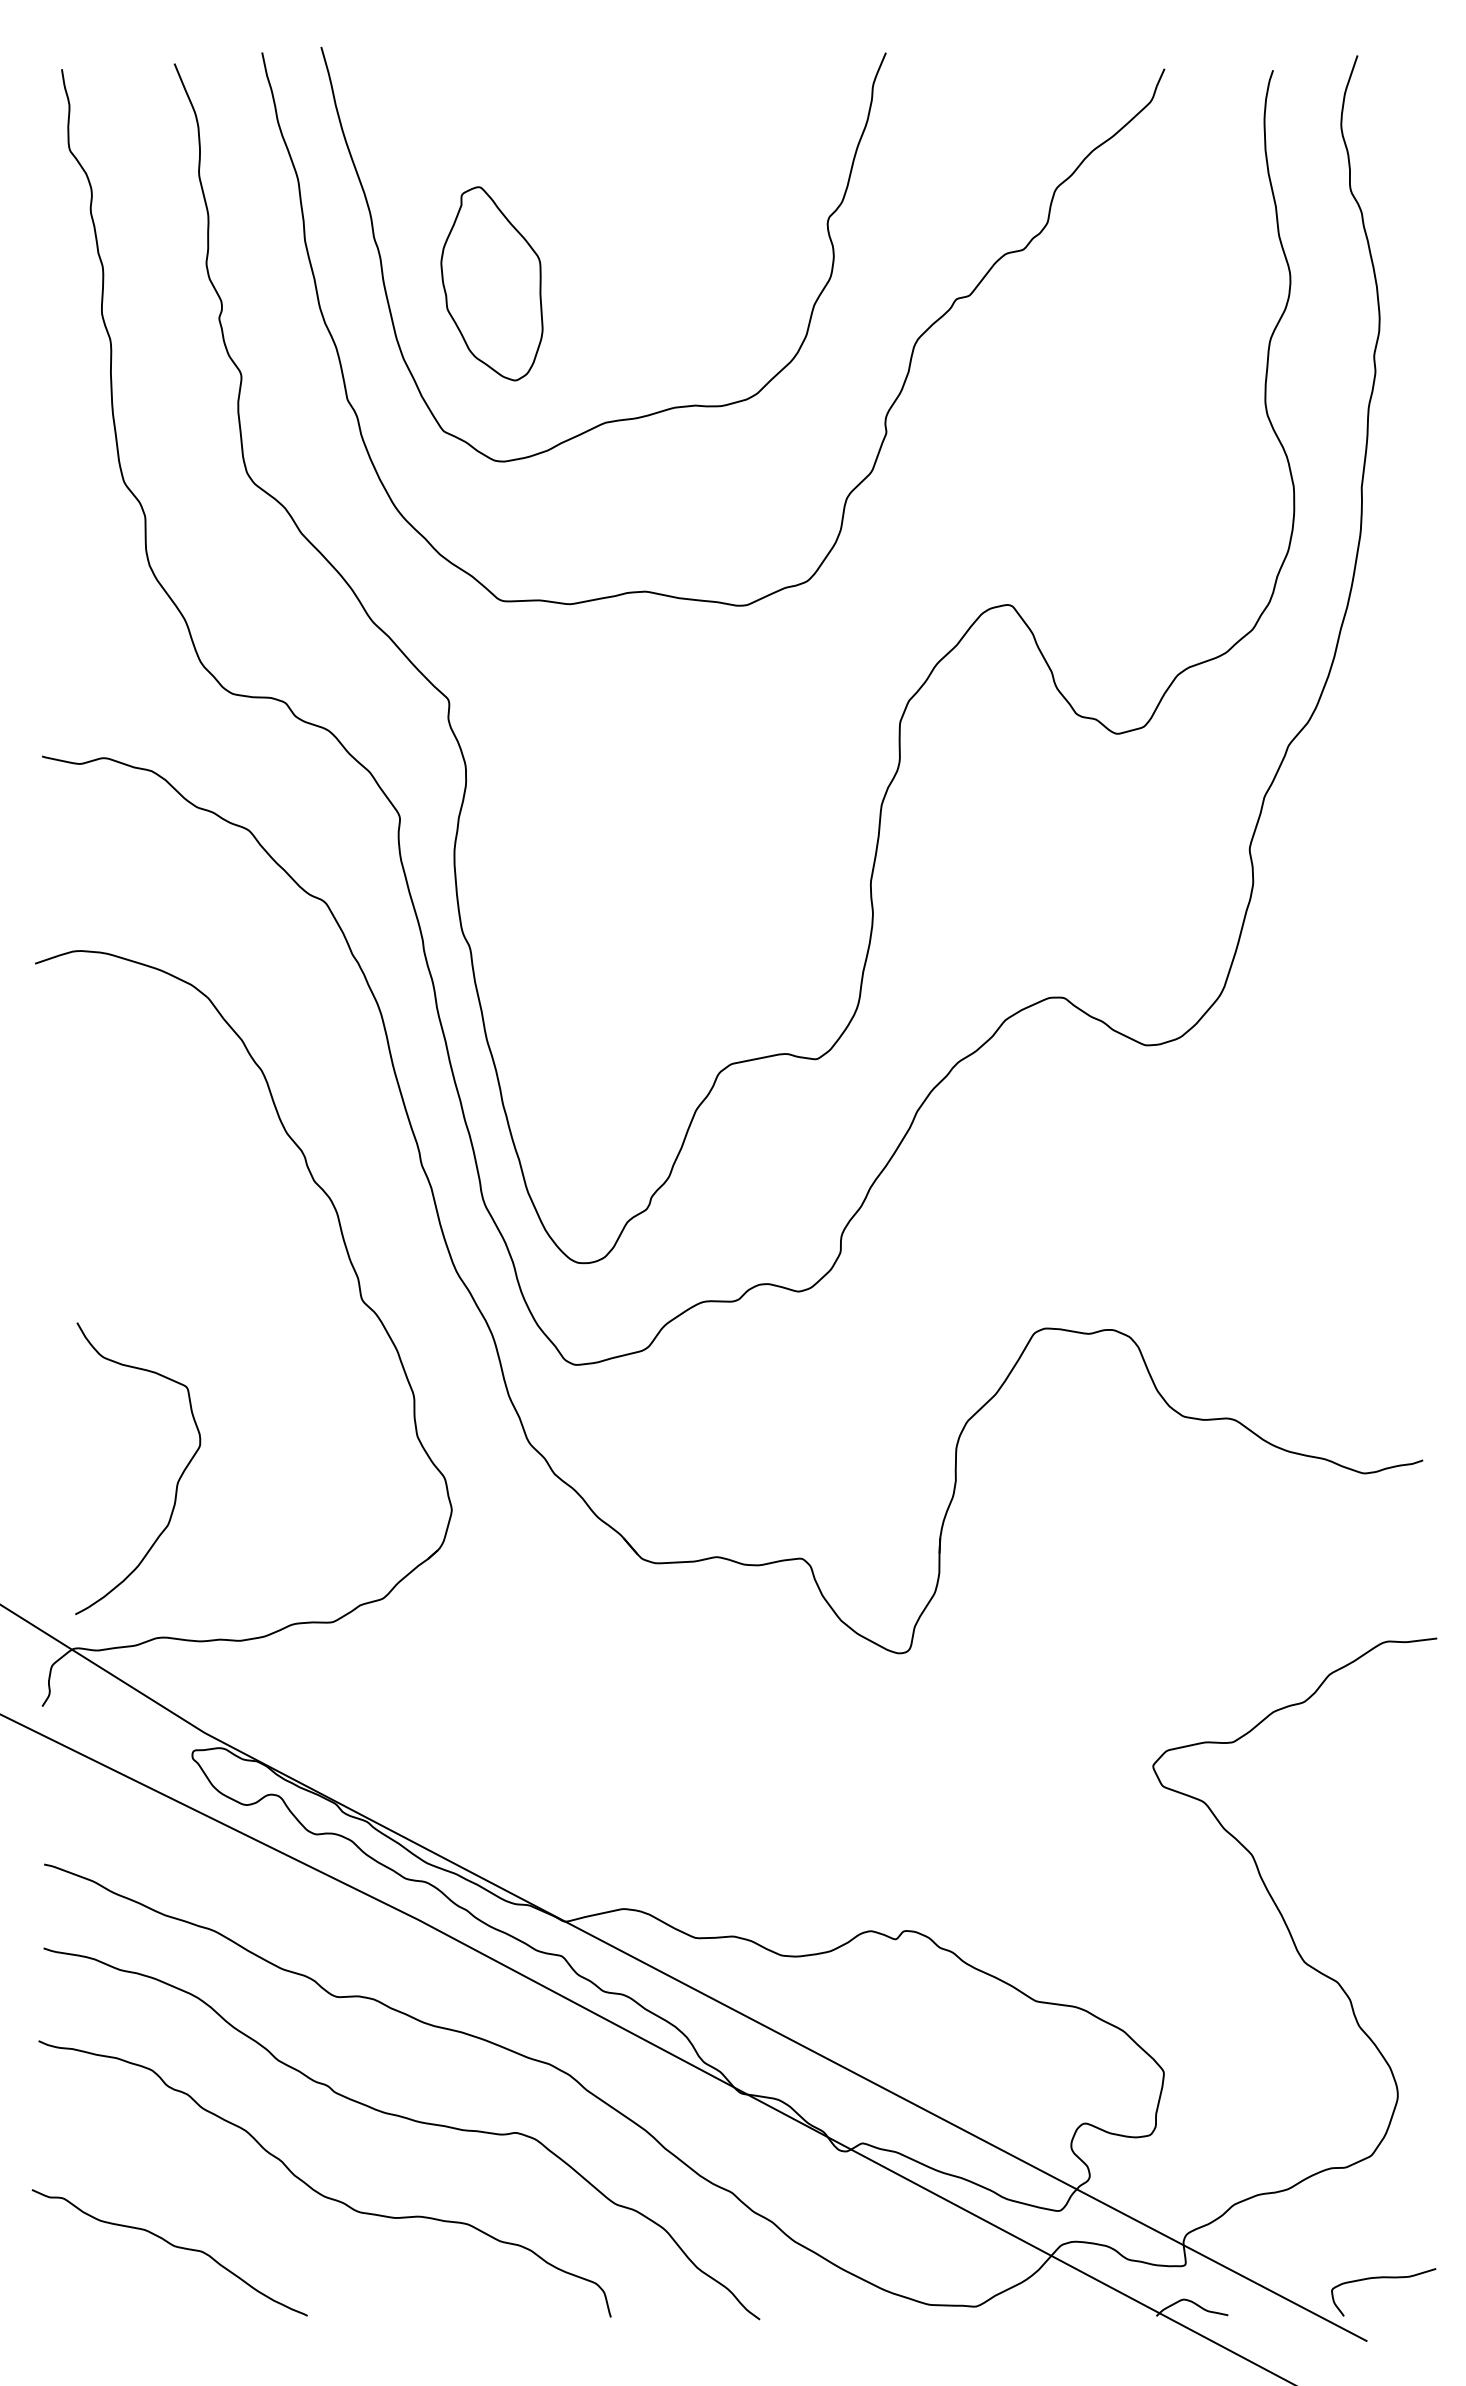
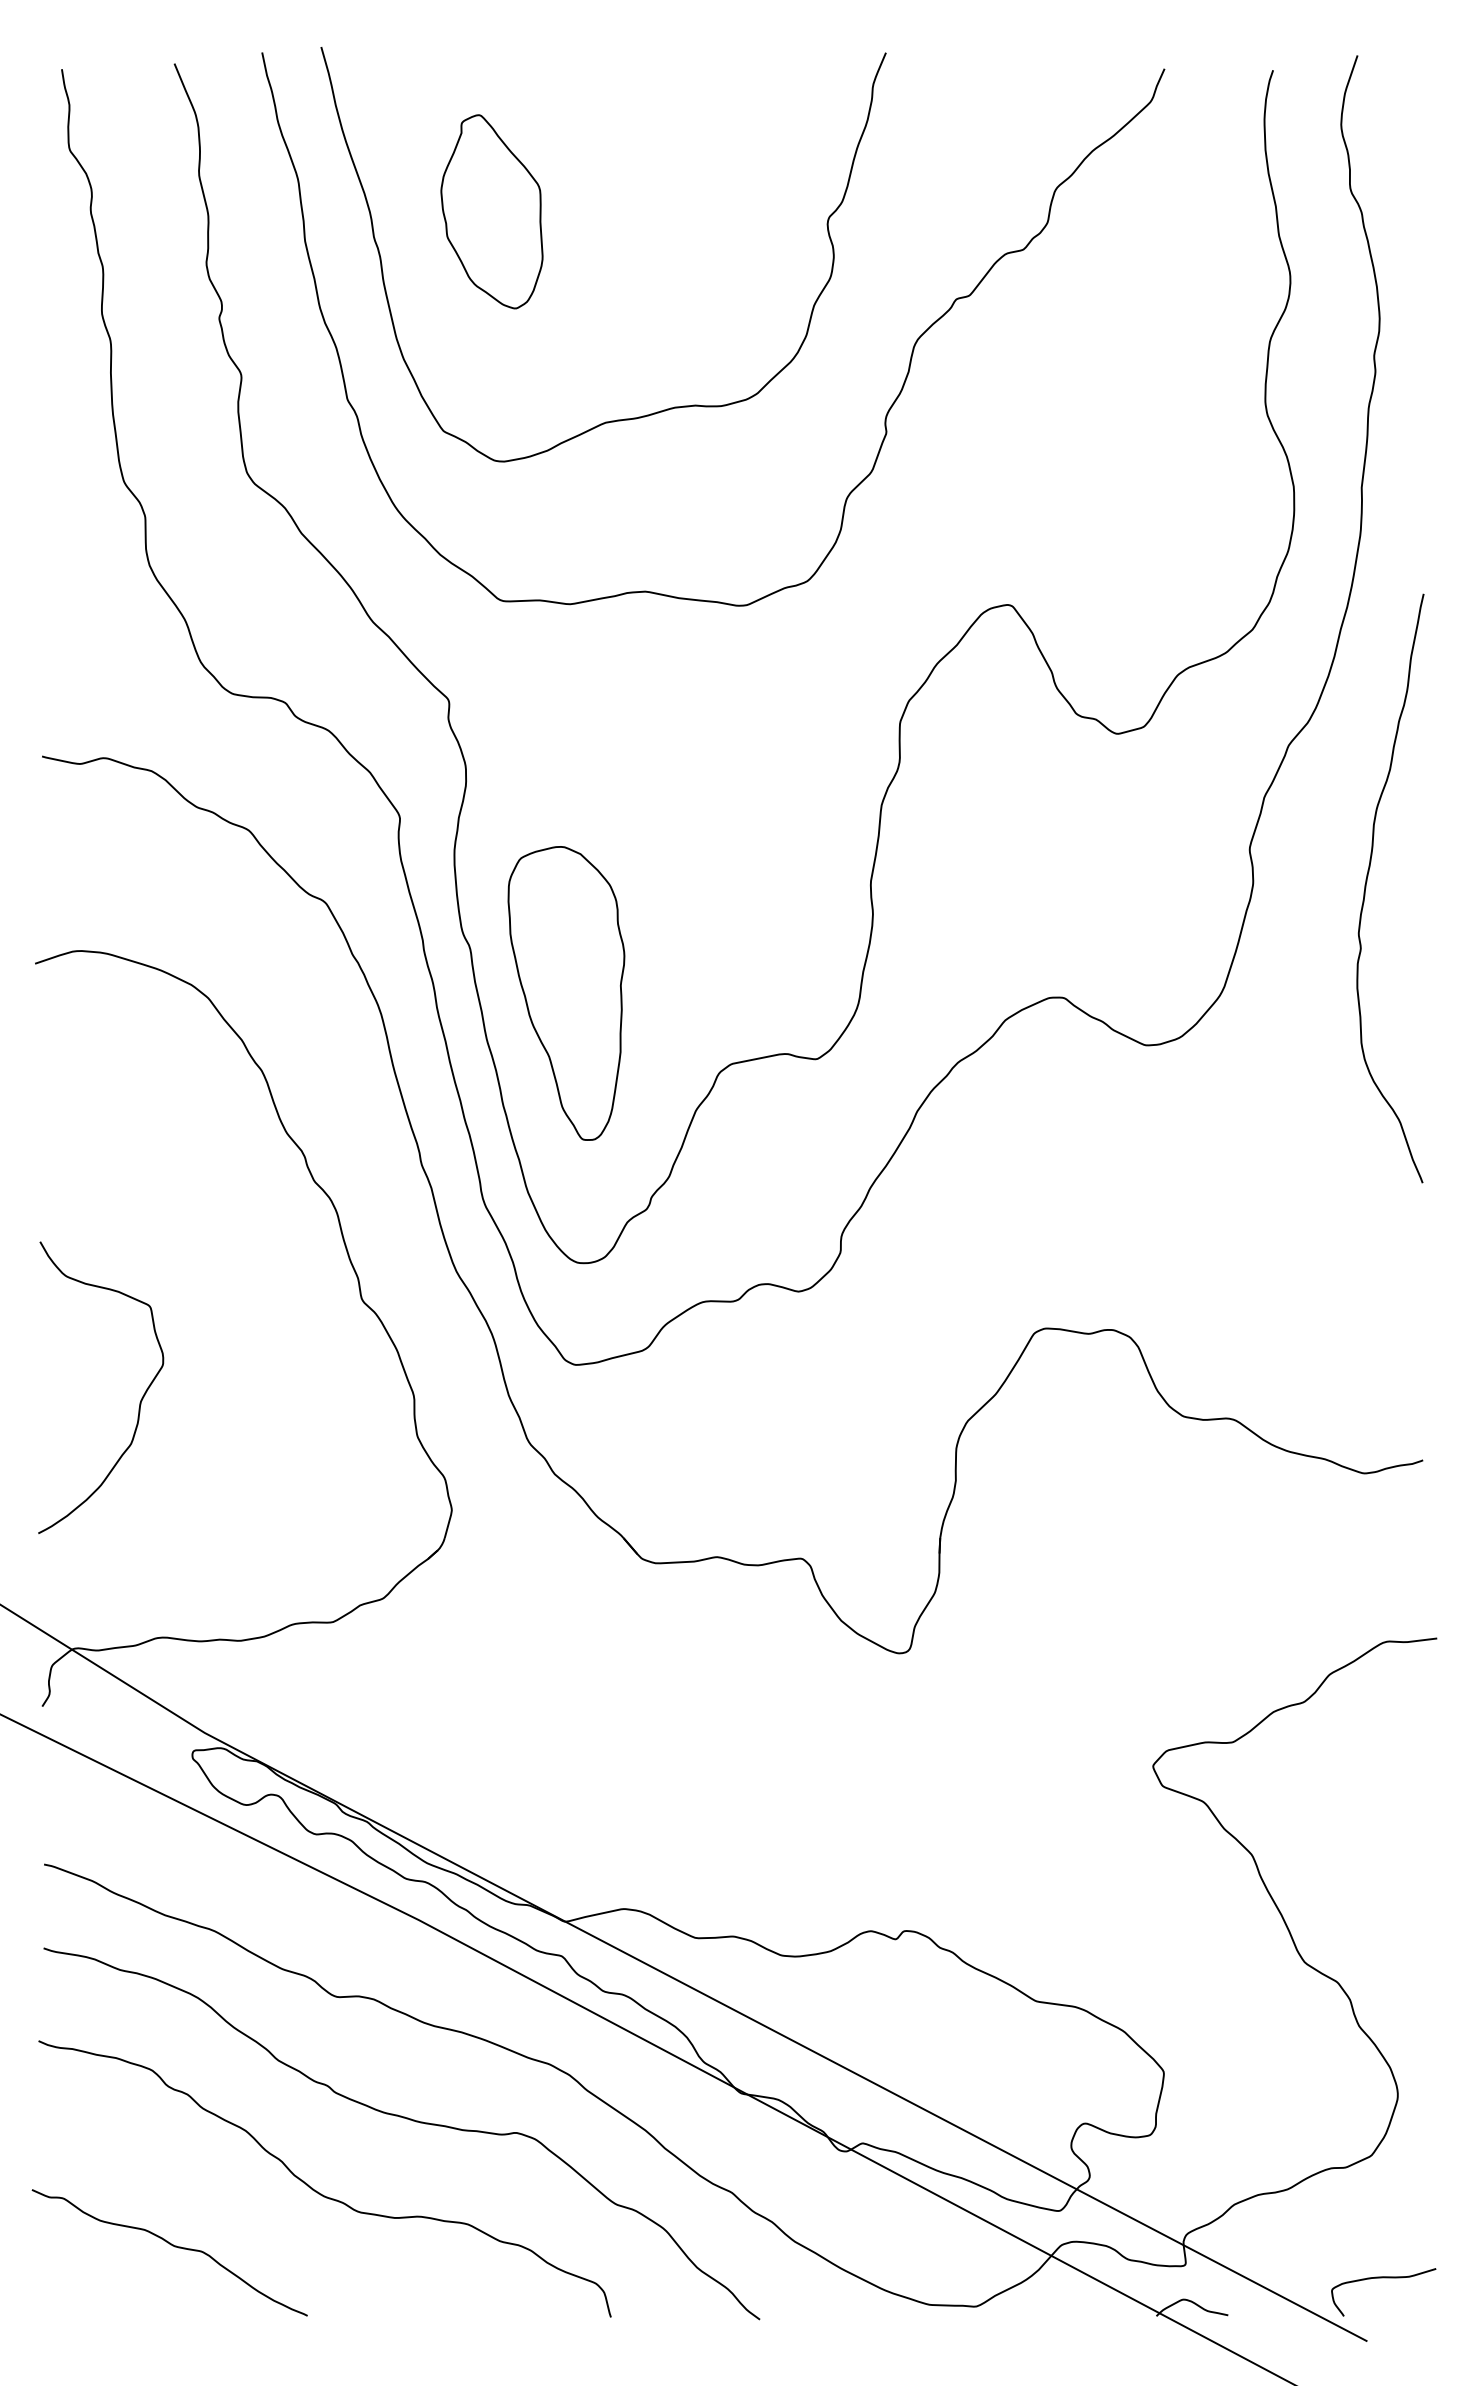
part at (491, 283) position: (491, 283) -> (491, 211)
curve at (1367, 882): none -> present
part at (566, 993): none -> present
curve at (176, 1483) position: (176, 1483) -> (139, 1402)
